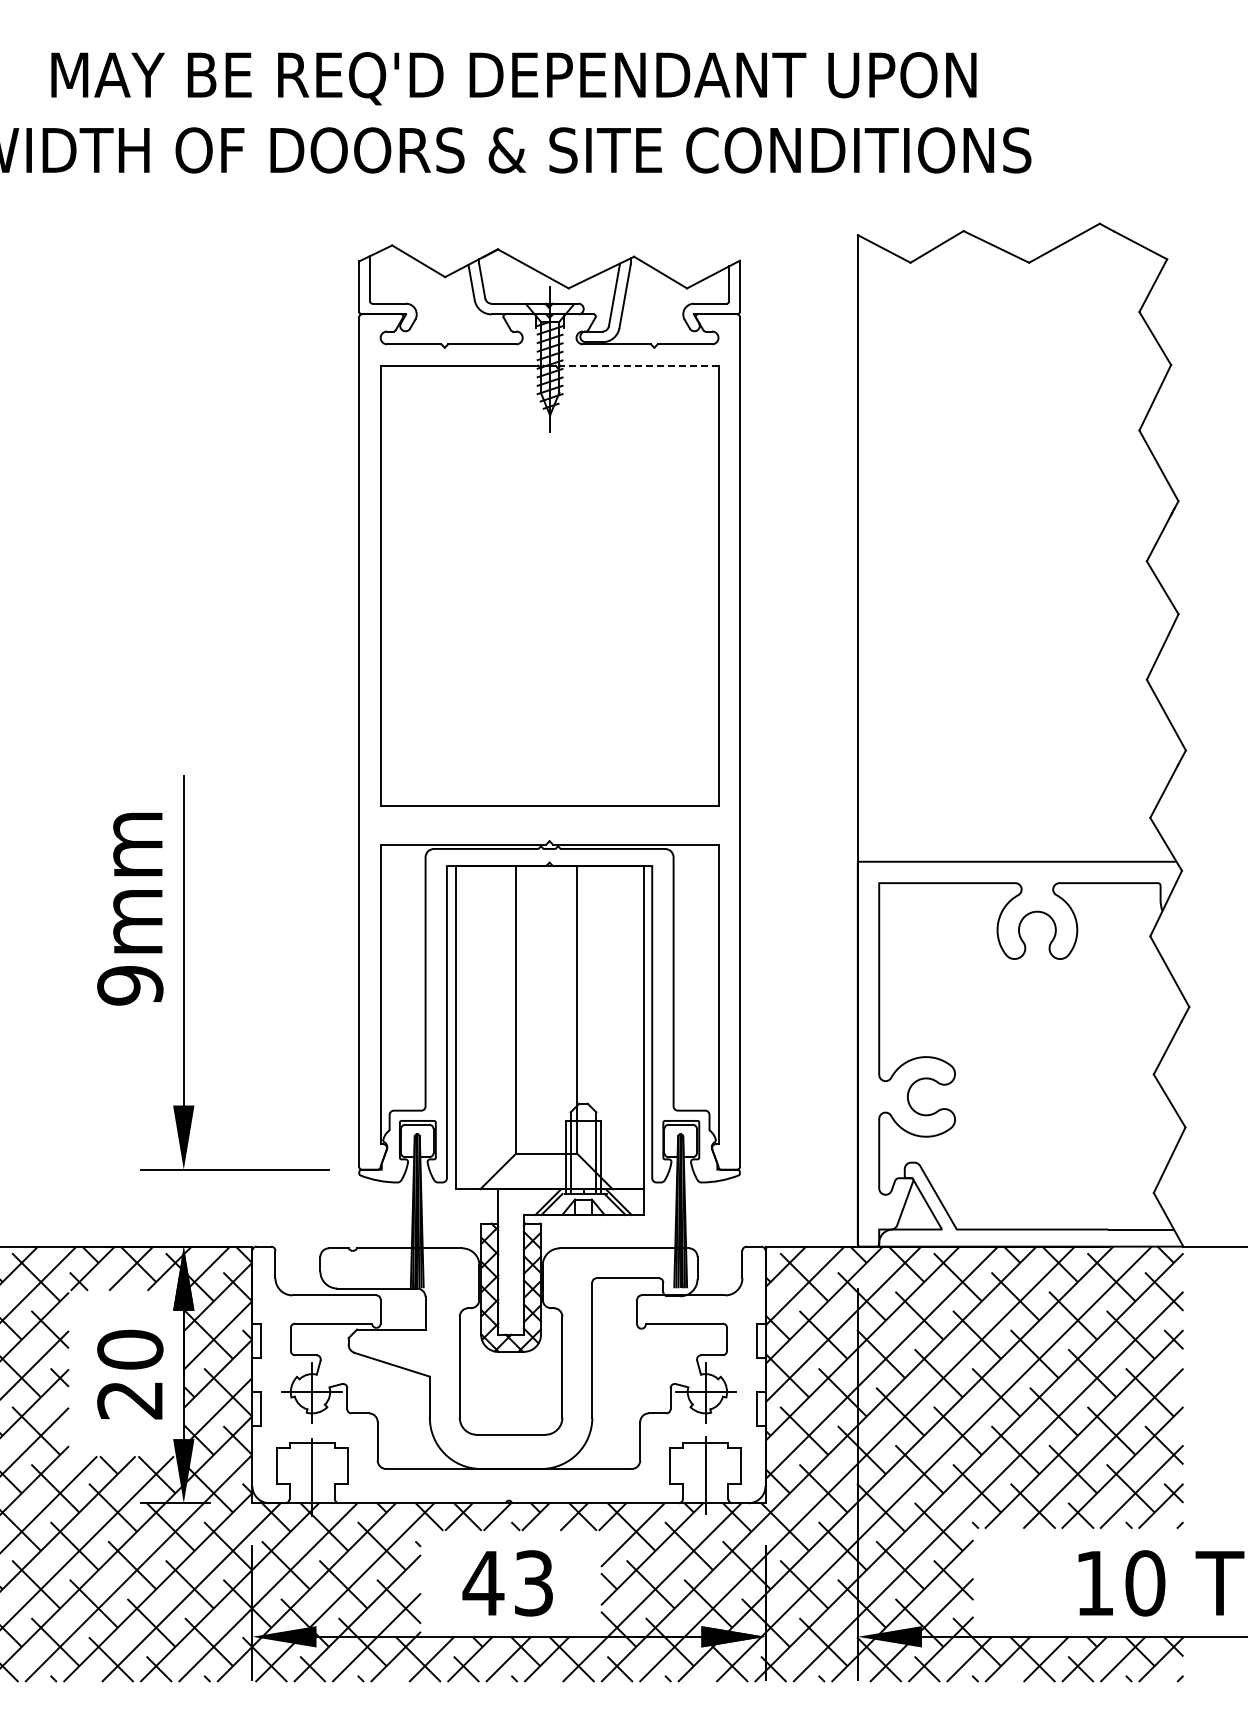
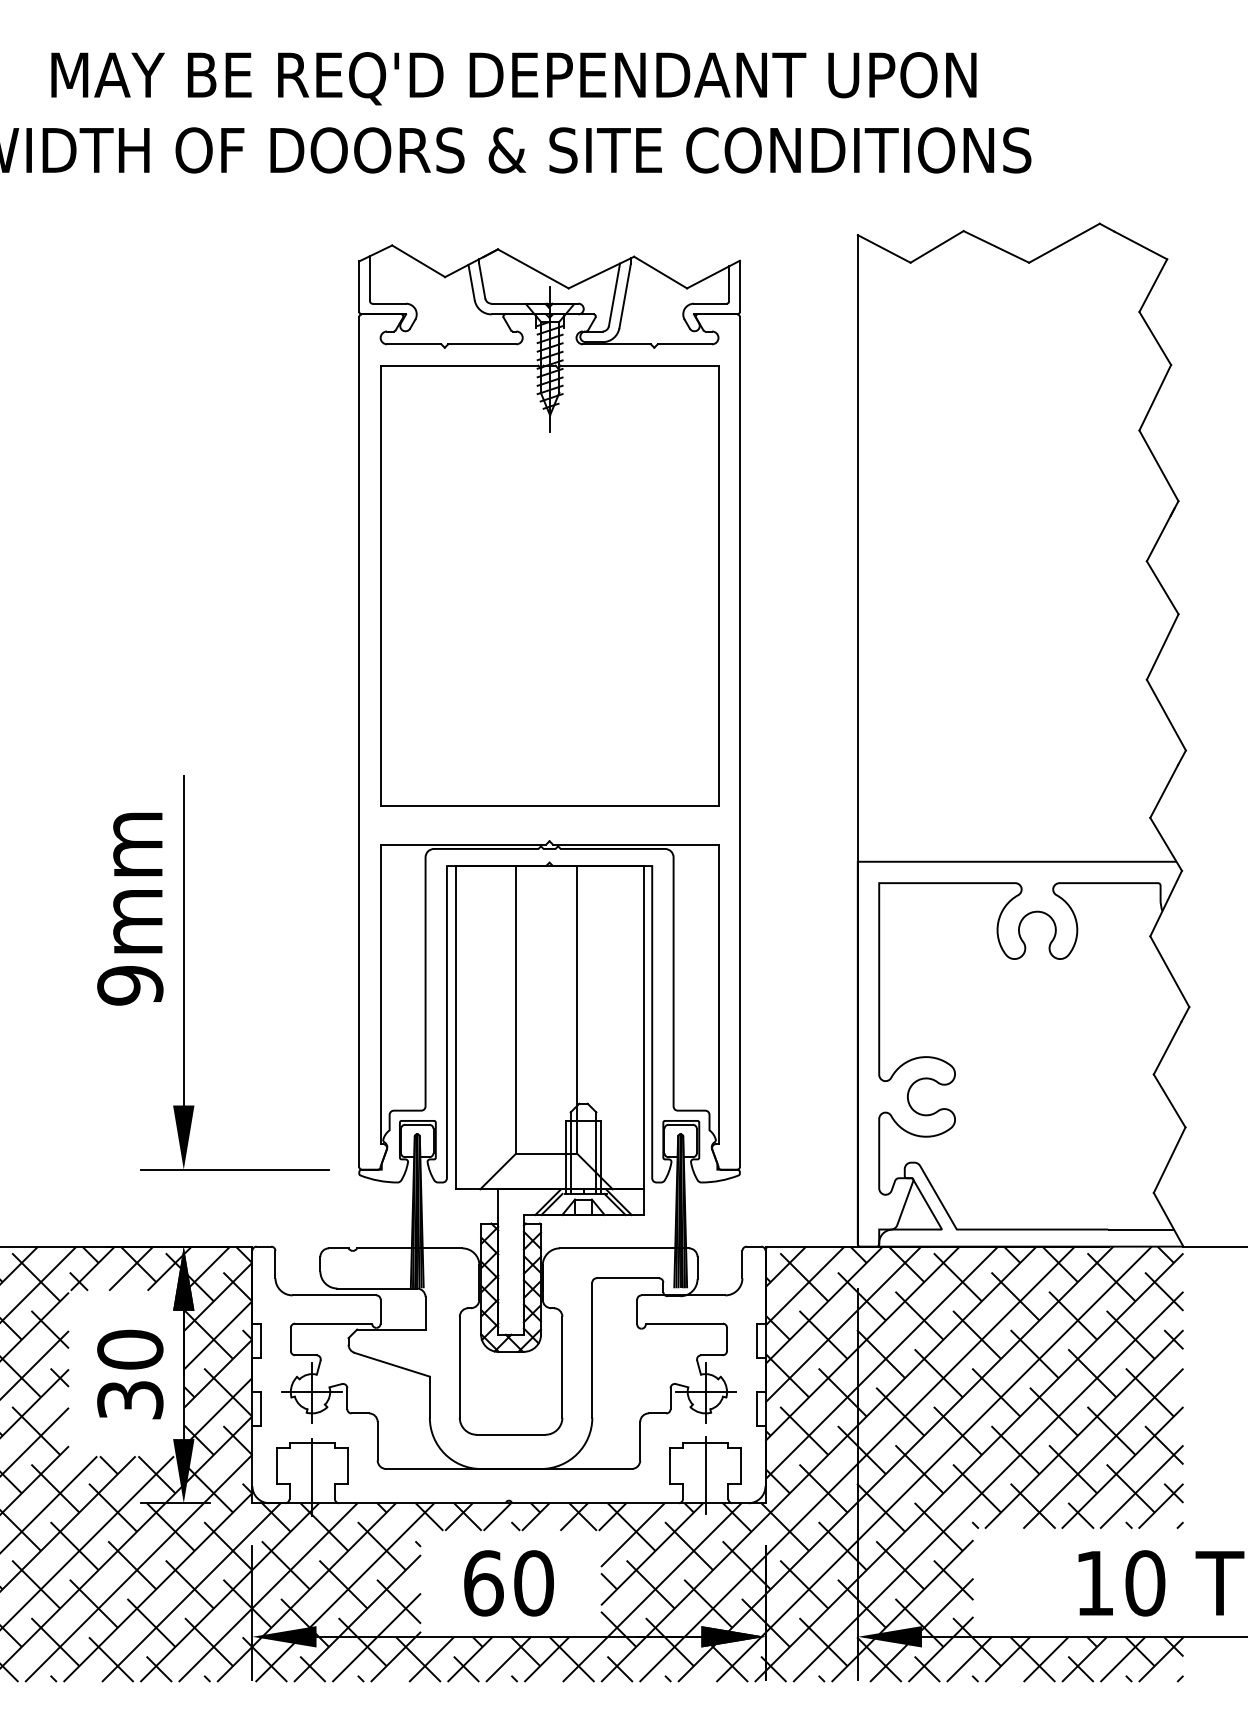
line at (639, 365): dashed -> solid
text at (130, 1400): 20 -> 30
text at (507, 1583): 43 -> 60
